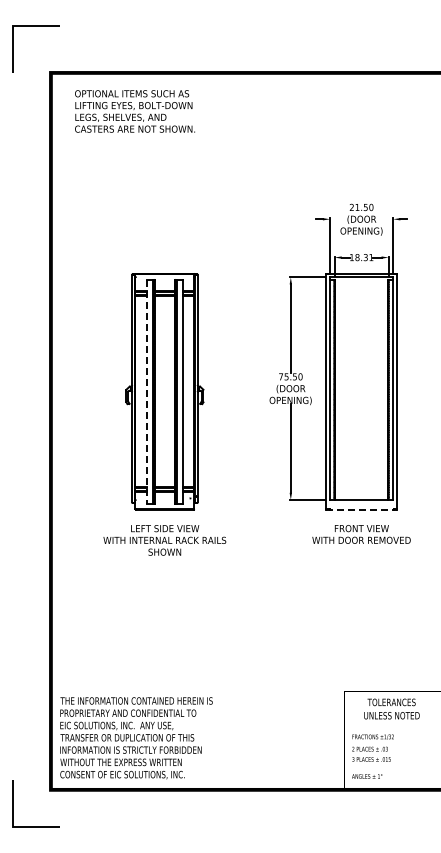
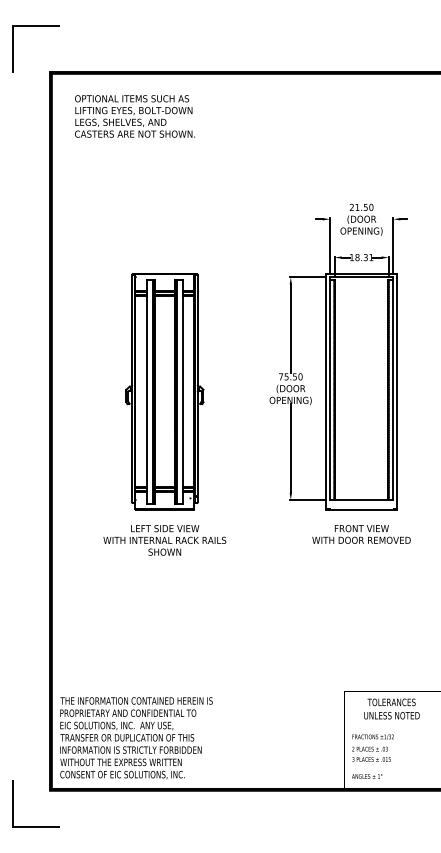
text at (134, 111) position: (134, 111) -> (134, 116)
line at (146, 392): dashed -> solid
line at (362, 509): dashed -> solid
